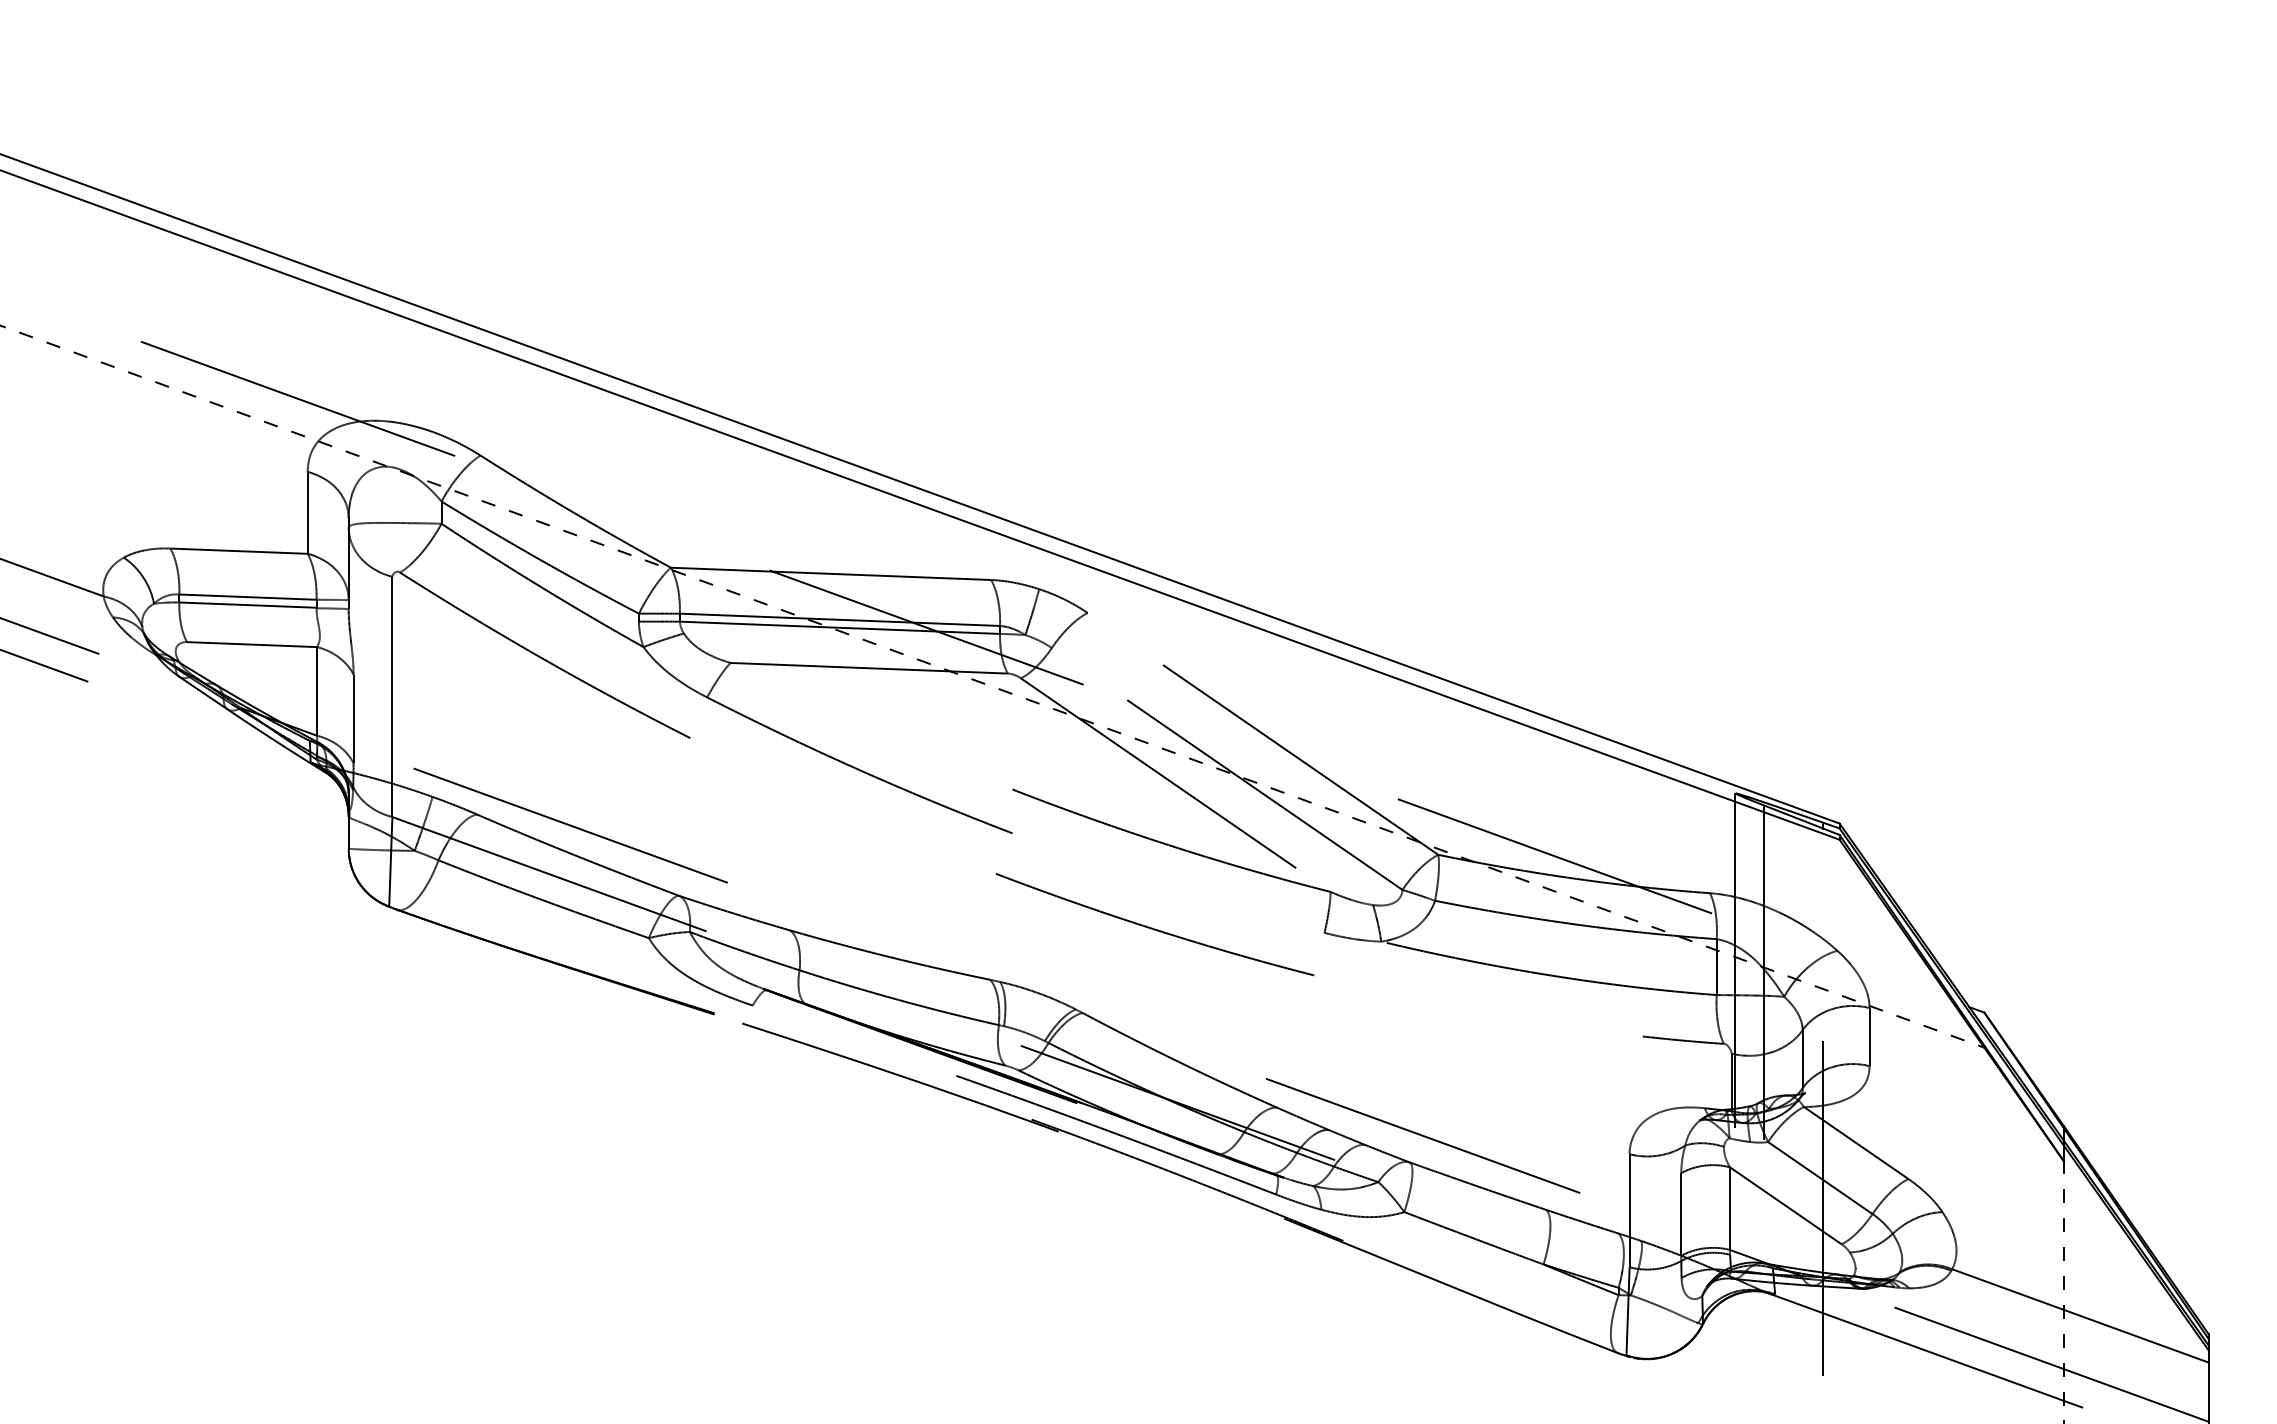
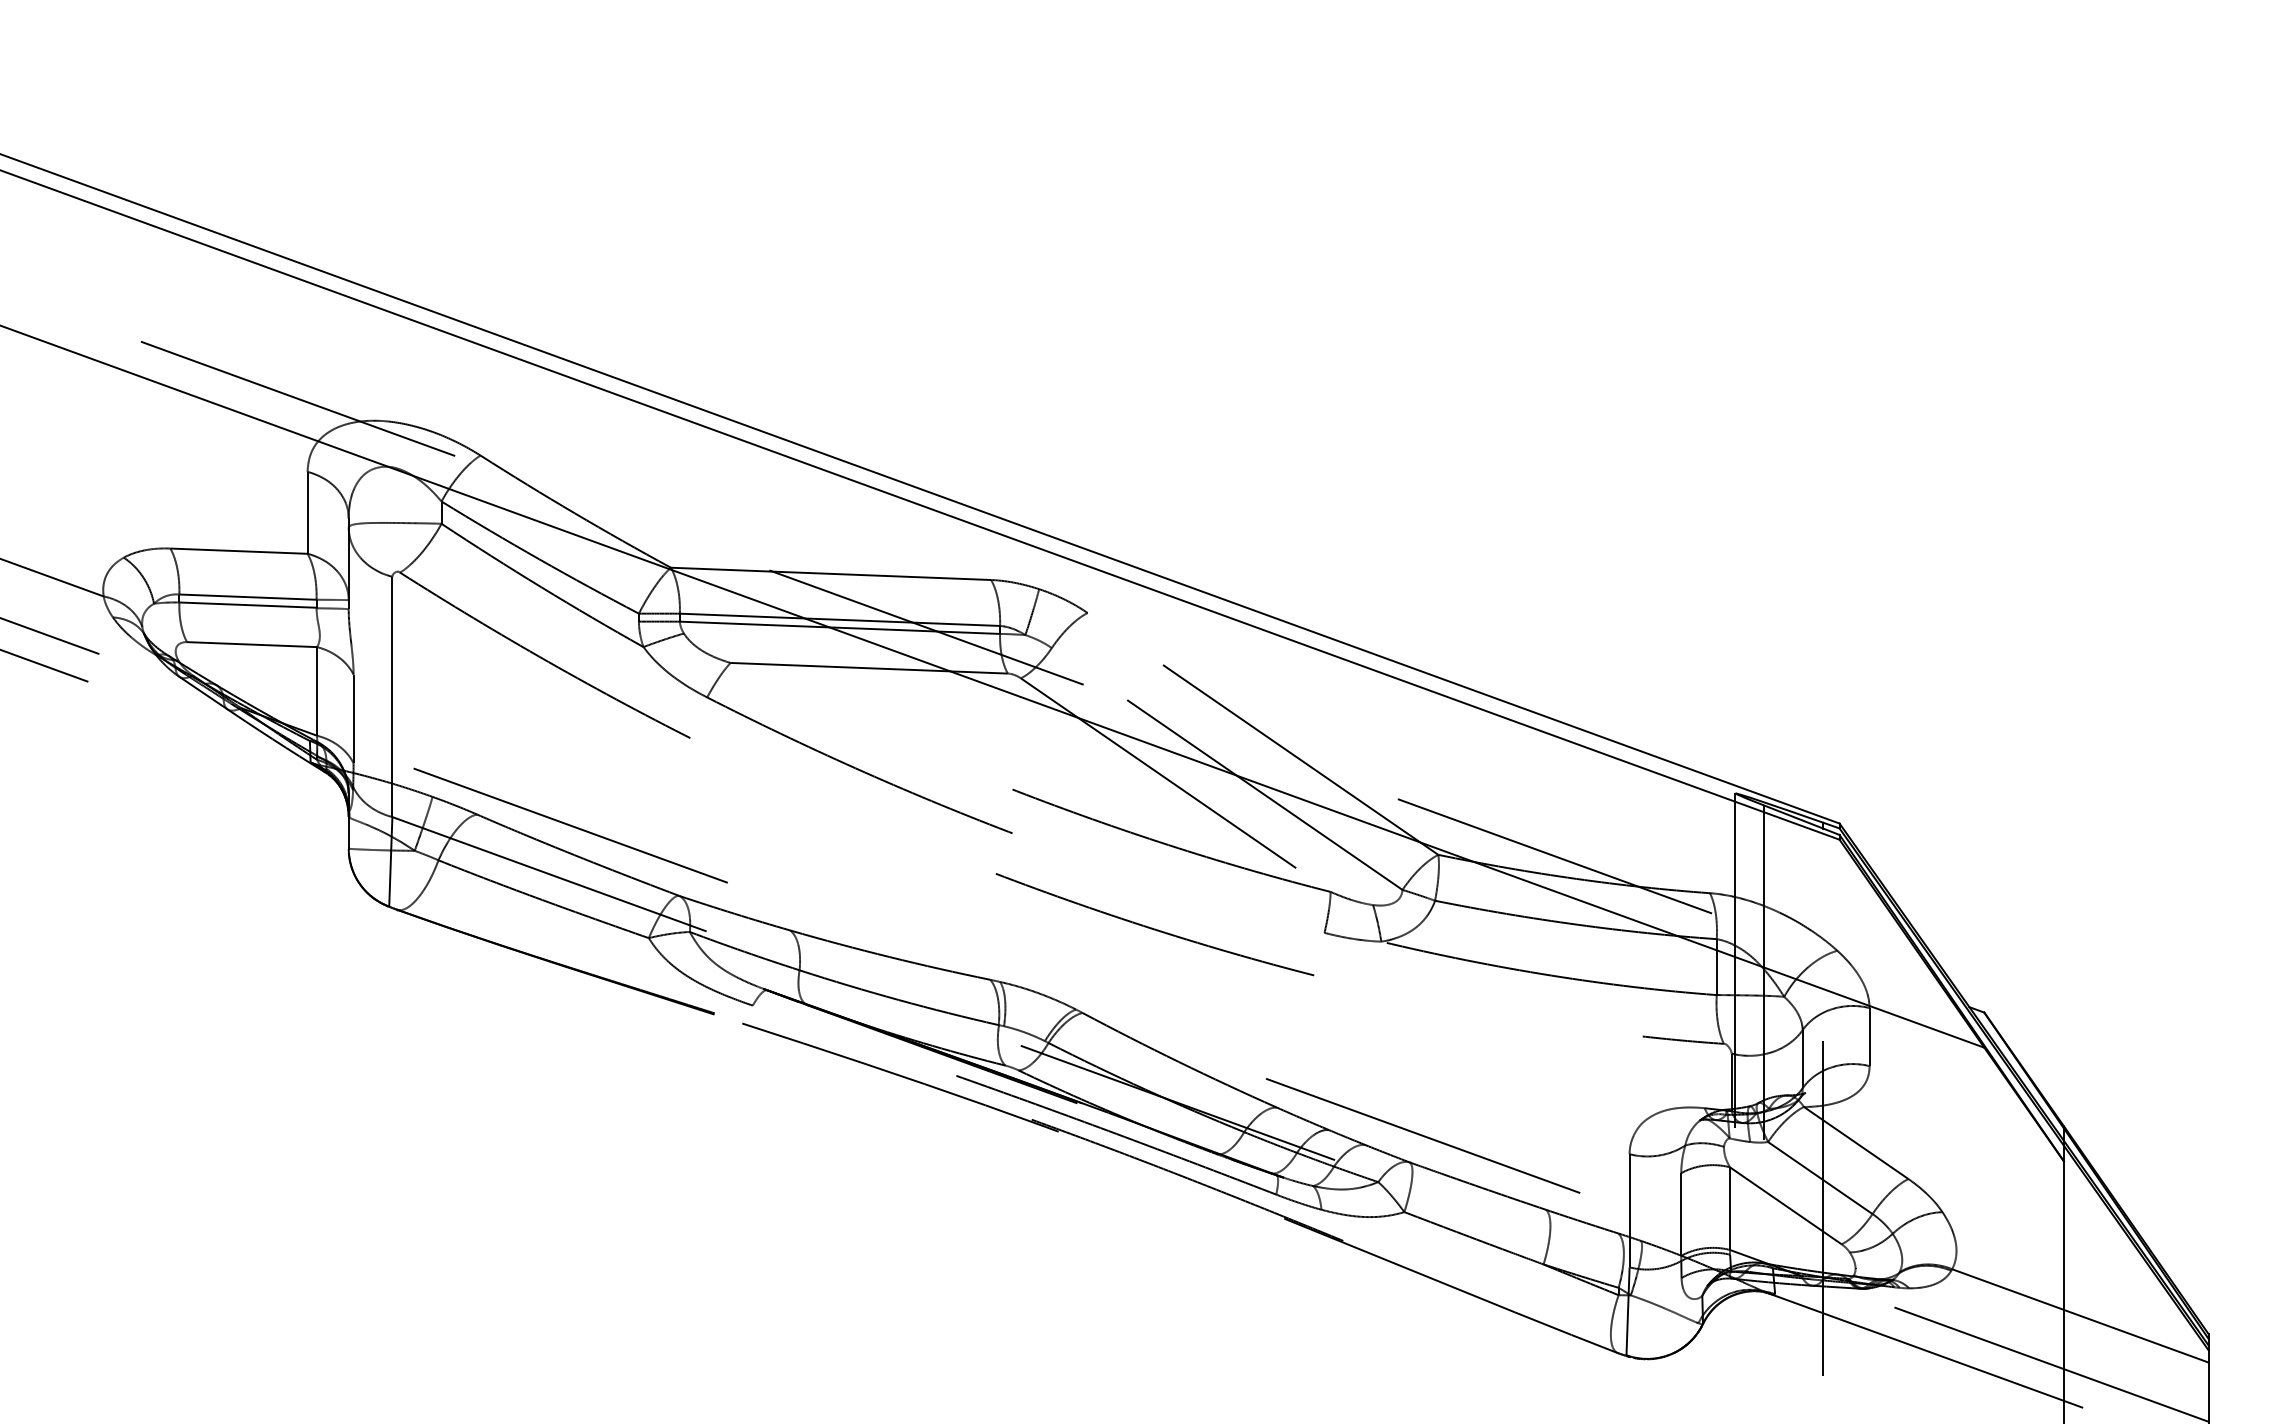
line at (993, 686): dashed -> solid
line at (2063, 1292): dashed -> solid
